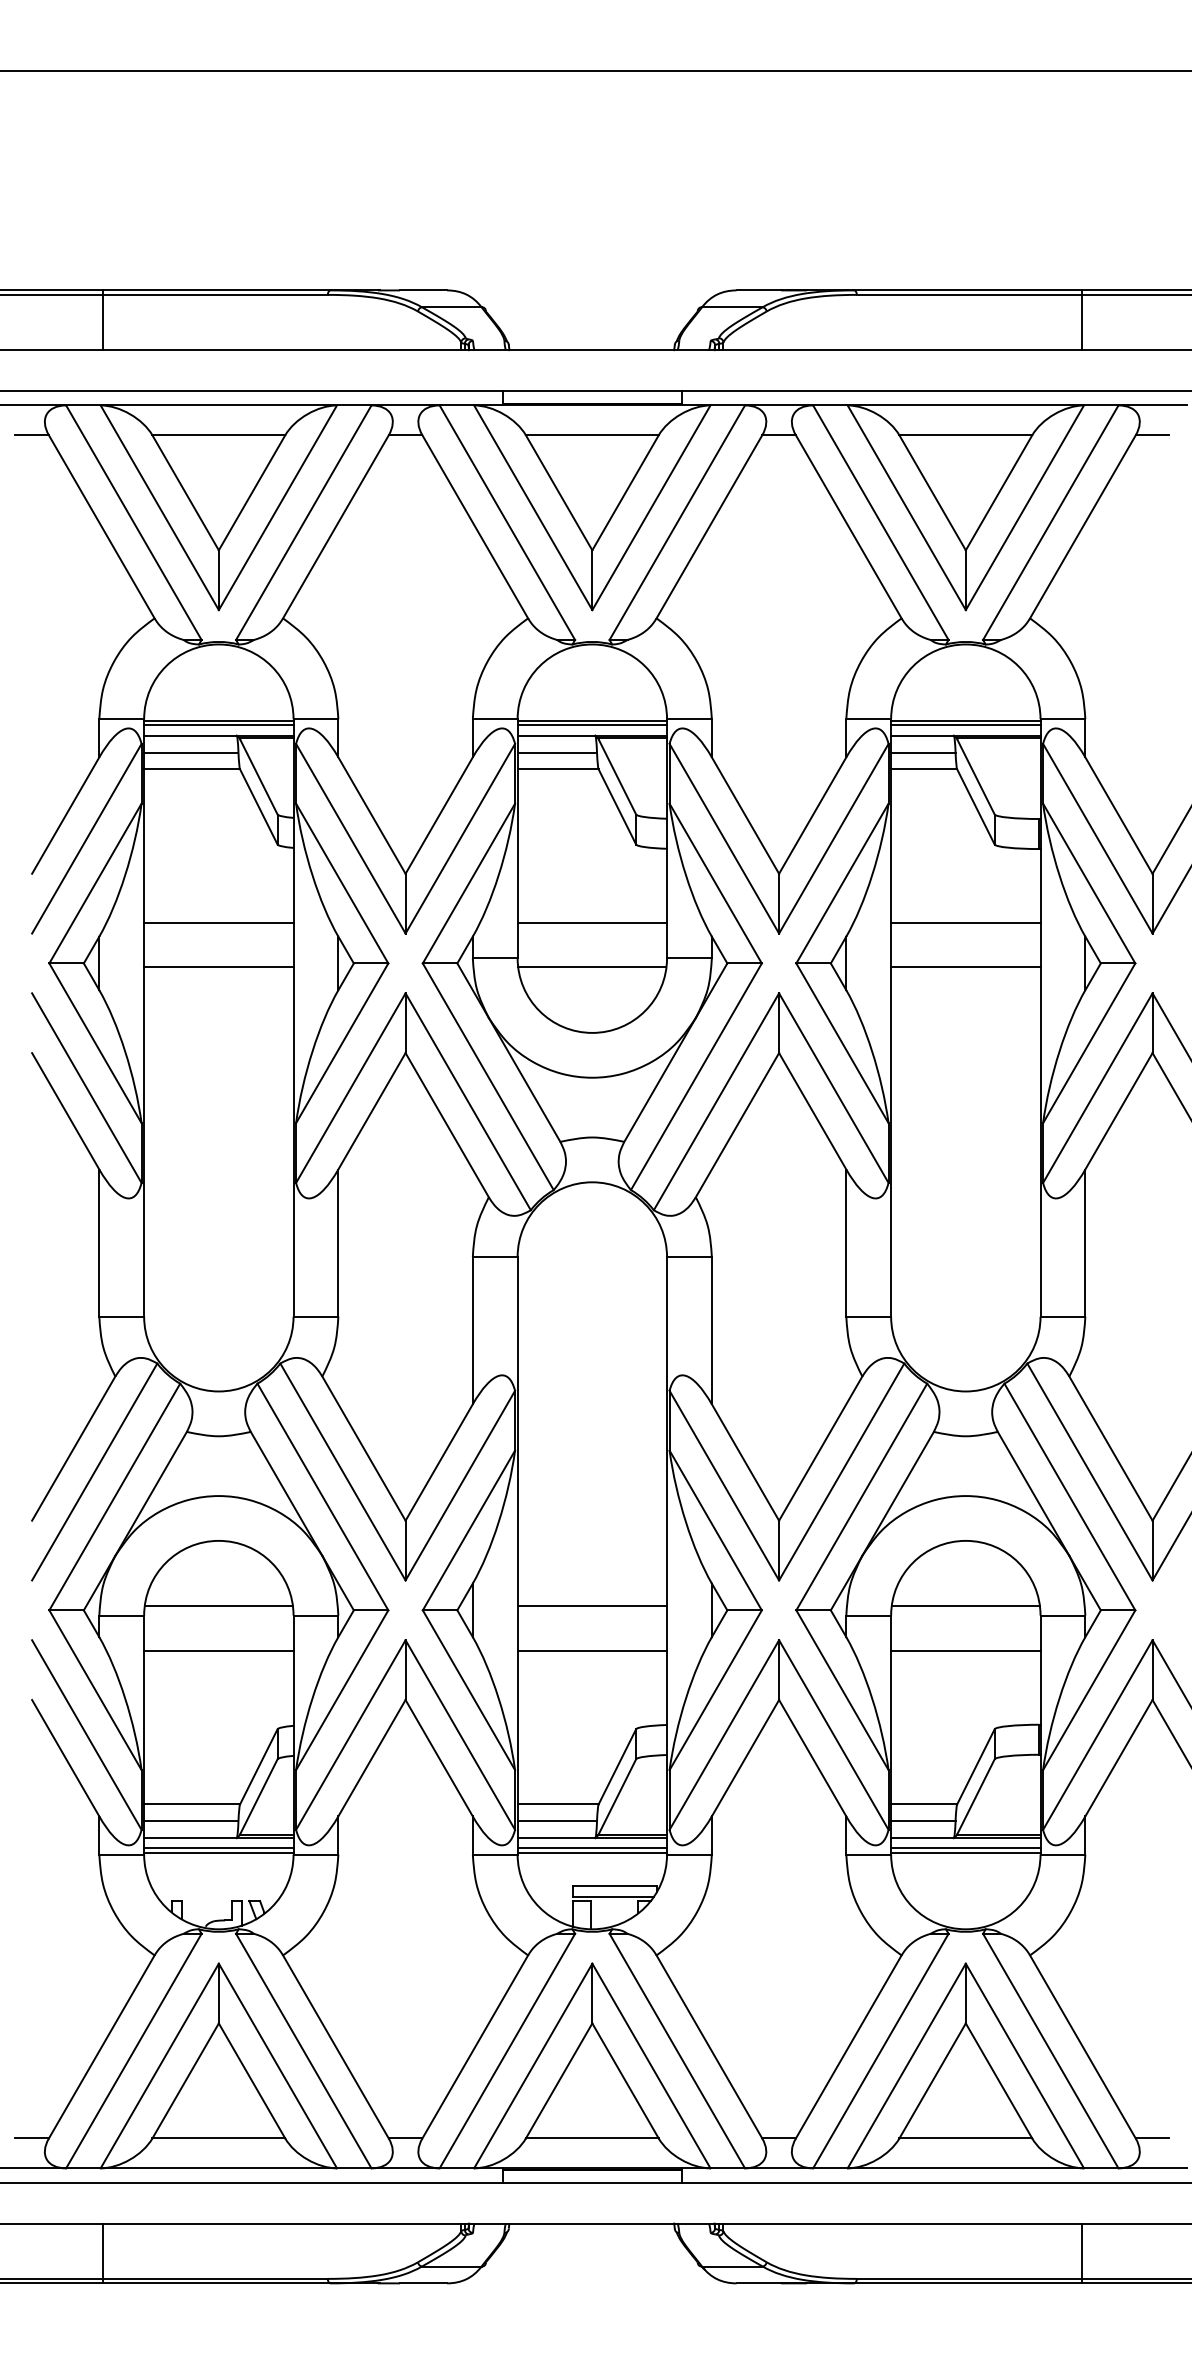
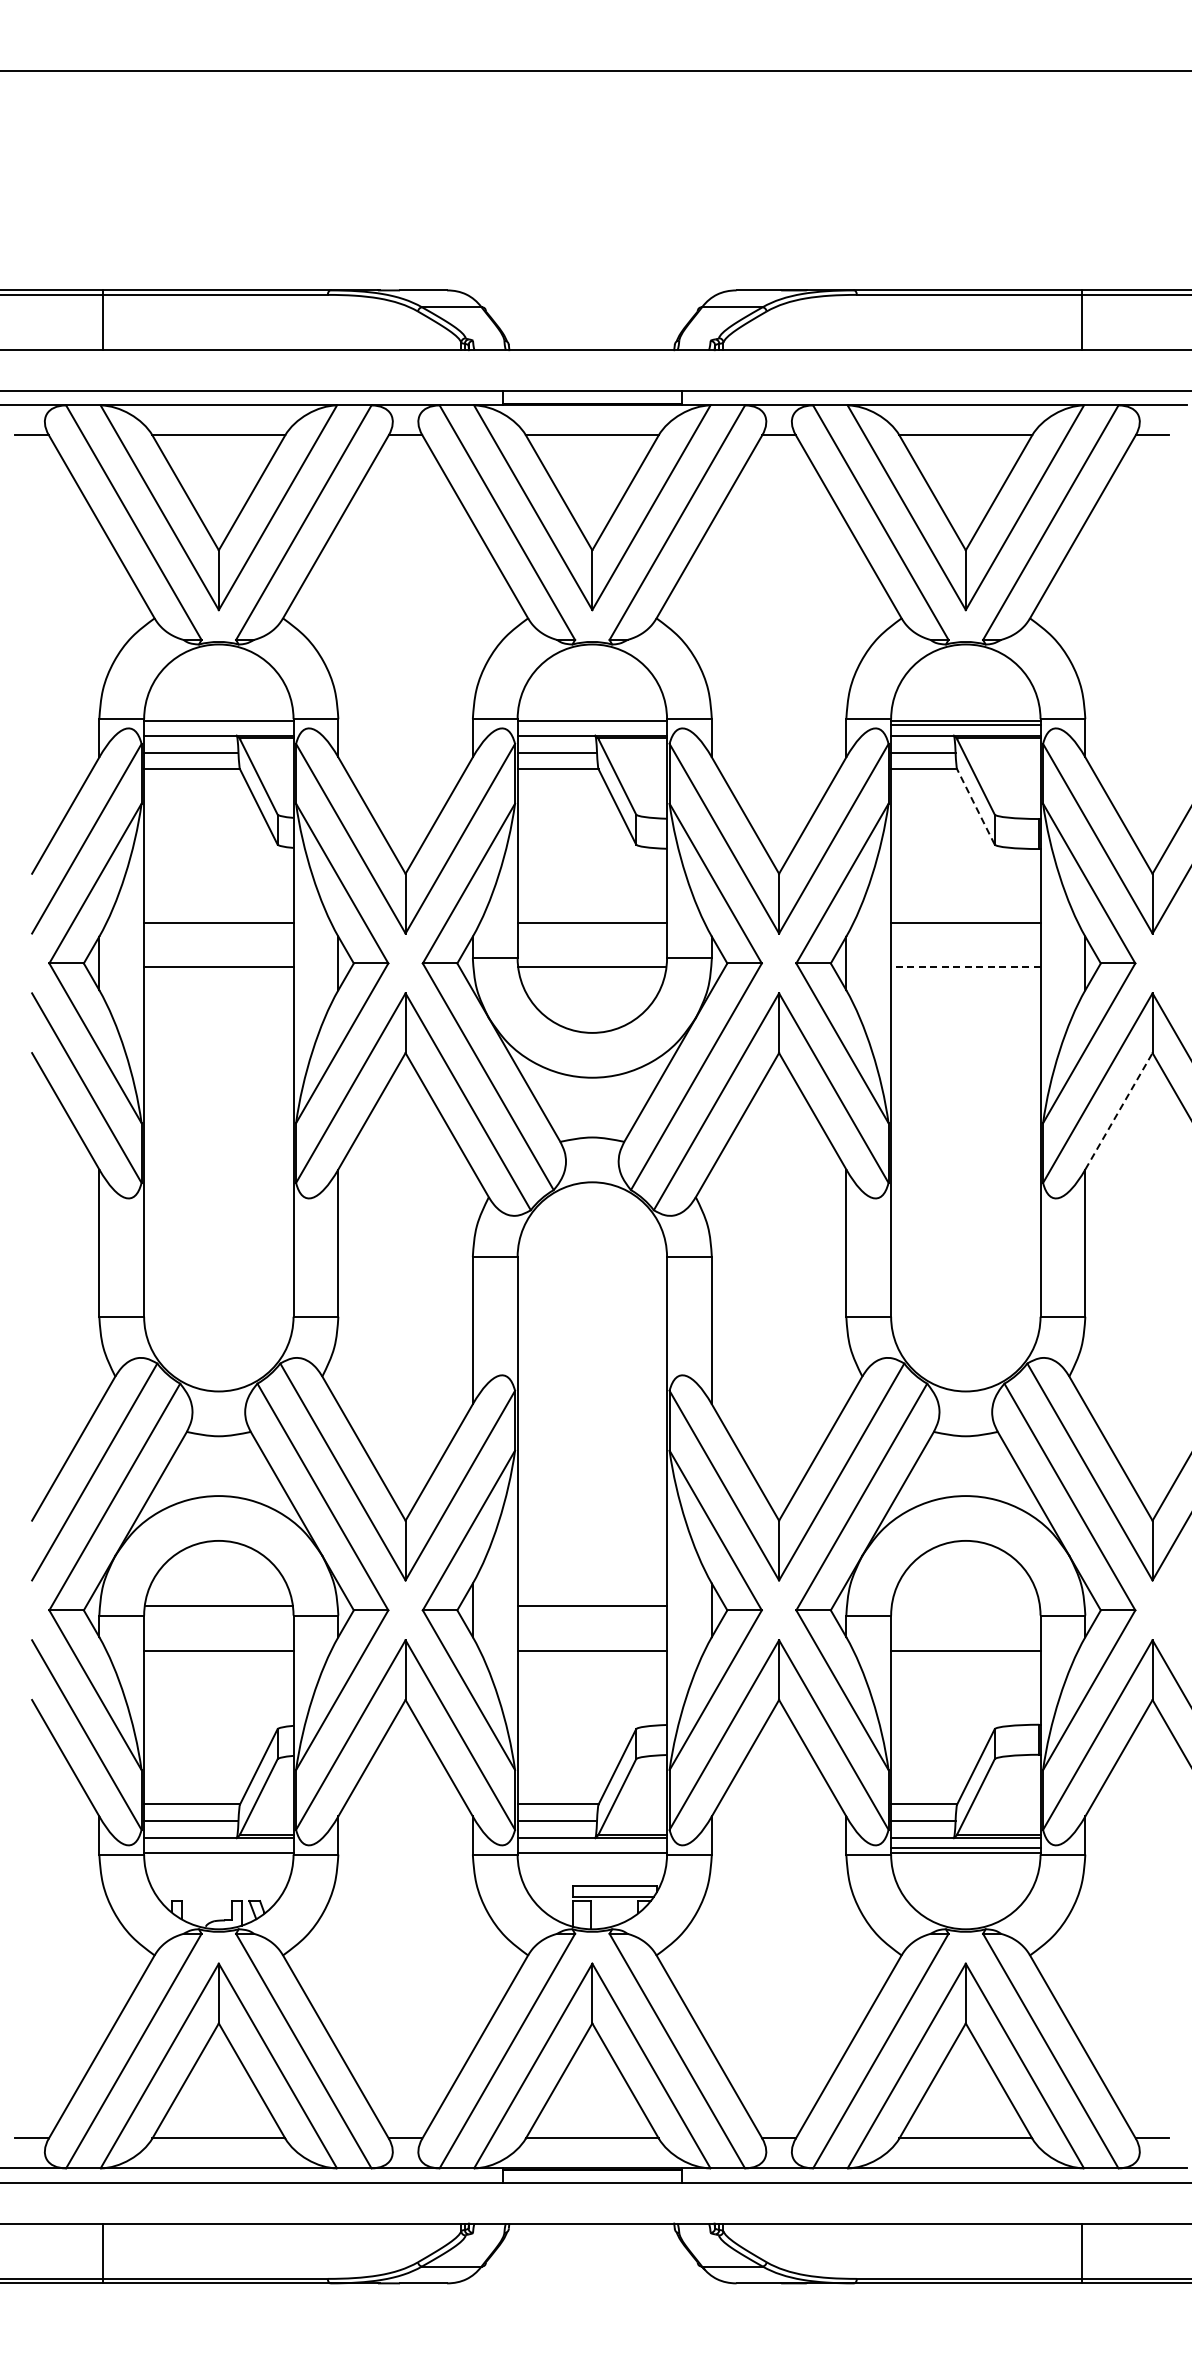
line at (218, 725): present -> none
line at (592, 725): present -> none
line at (975, 806): solid -> dashed
line at (965, 967): solid -> dashed
line at (1119, 1110): solid -> dashed
line at (965, 1606): present -> none
line at (218, 1848): present -> none
line at (592, 1848): present -> none
